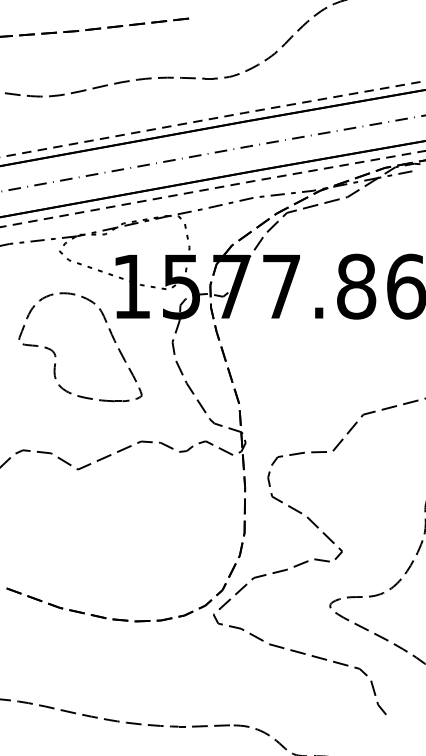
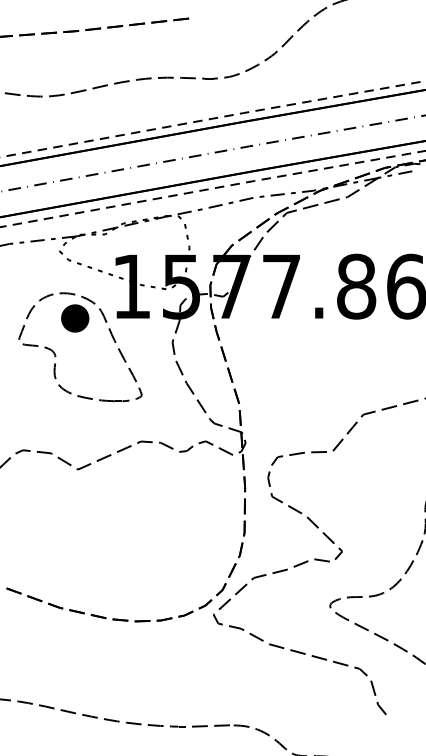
part at (75, 318): none -> present
